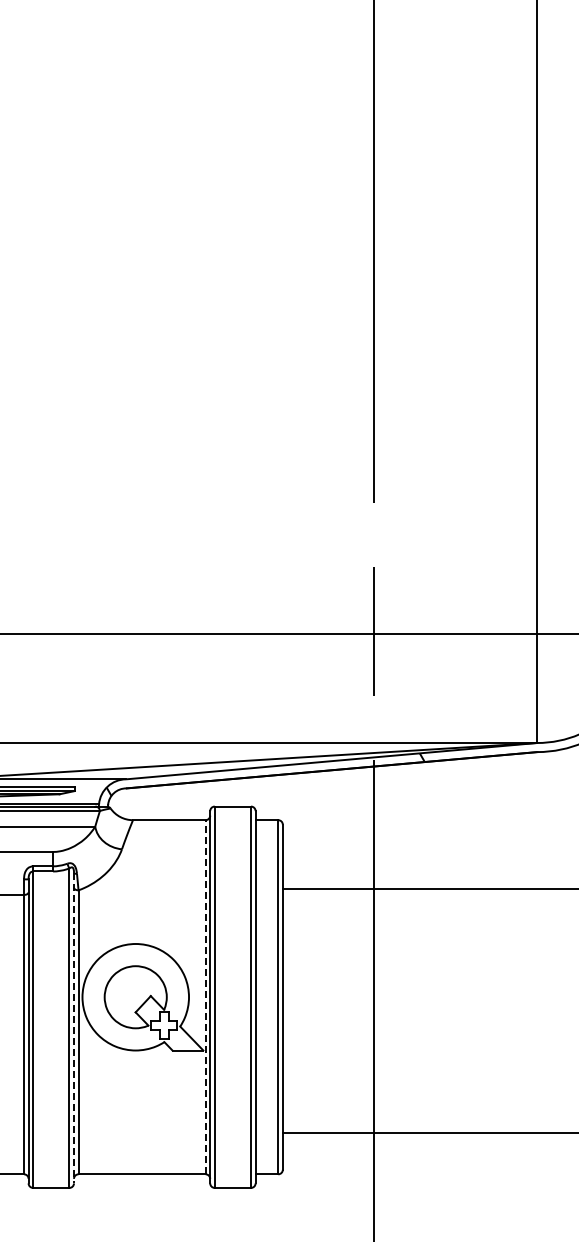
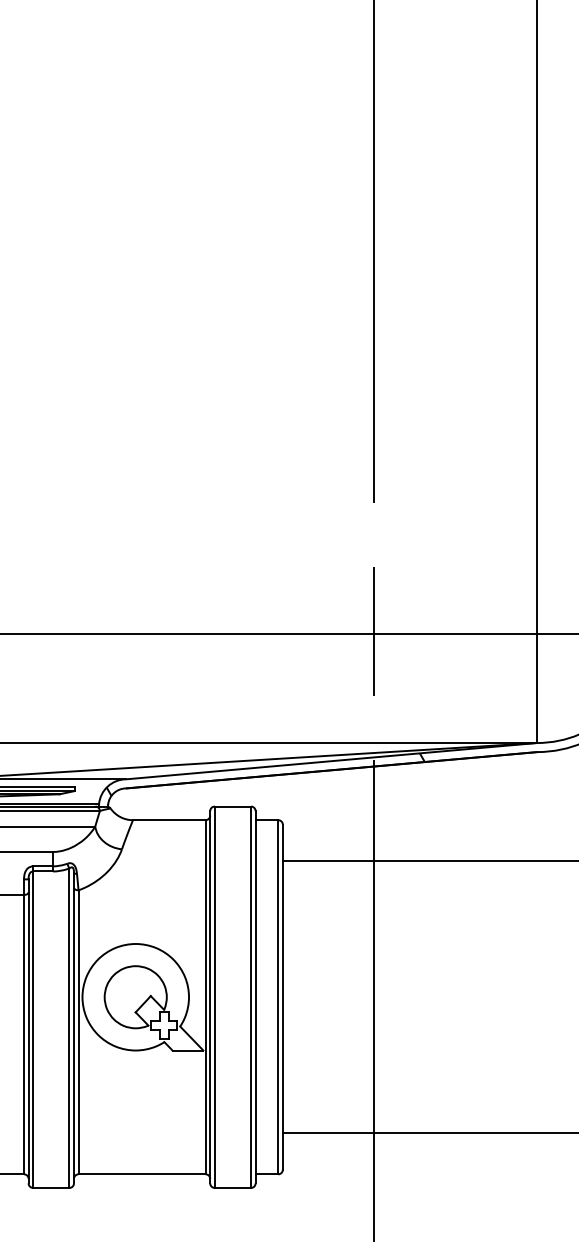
line at (428, 889) position: (428, 889) -> (428, 861)
line at (205, 996): dashed -> solid
line at (74, 1028): dashed -> solid
